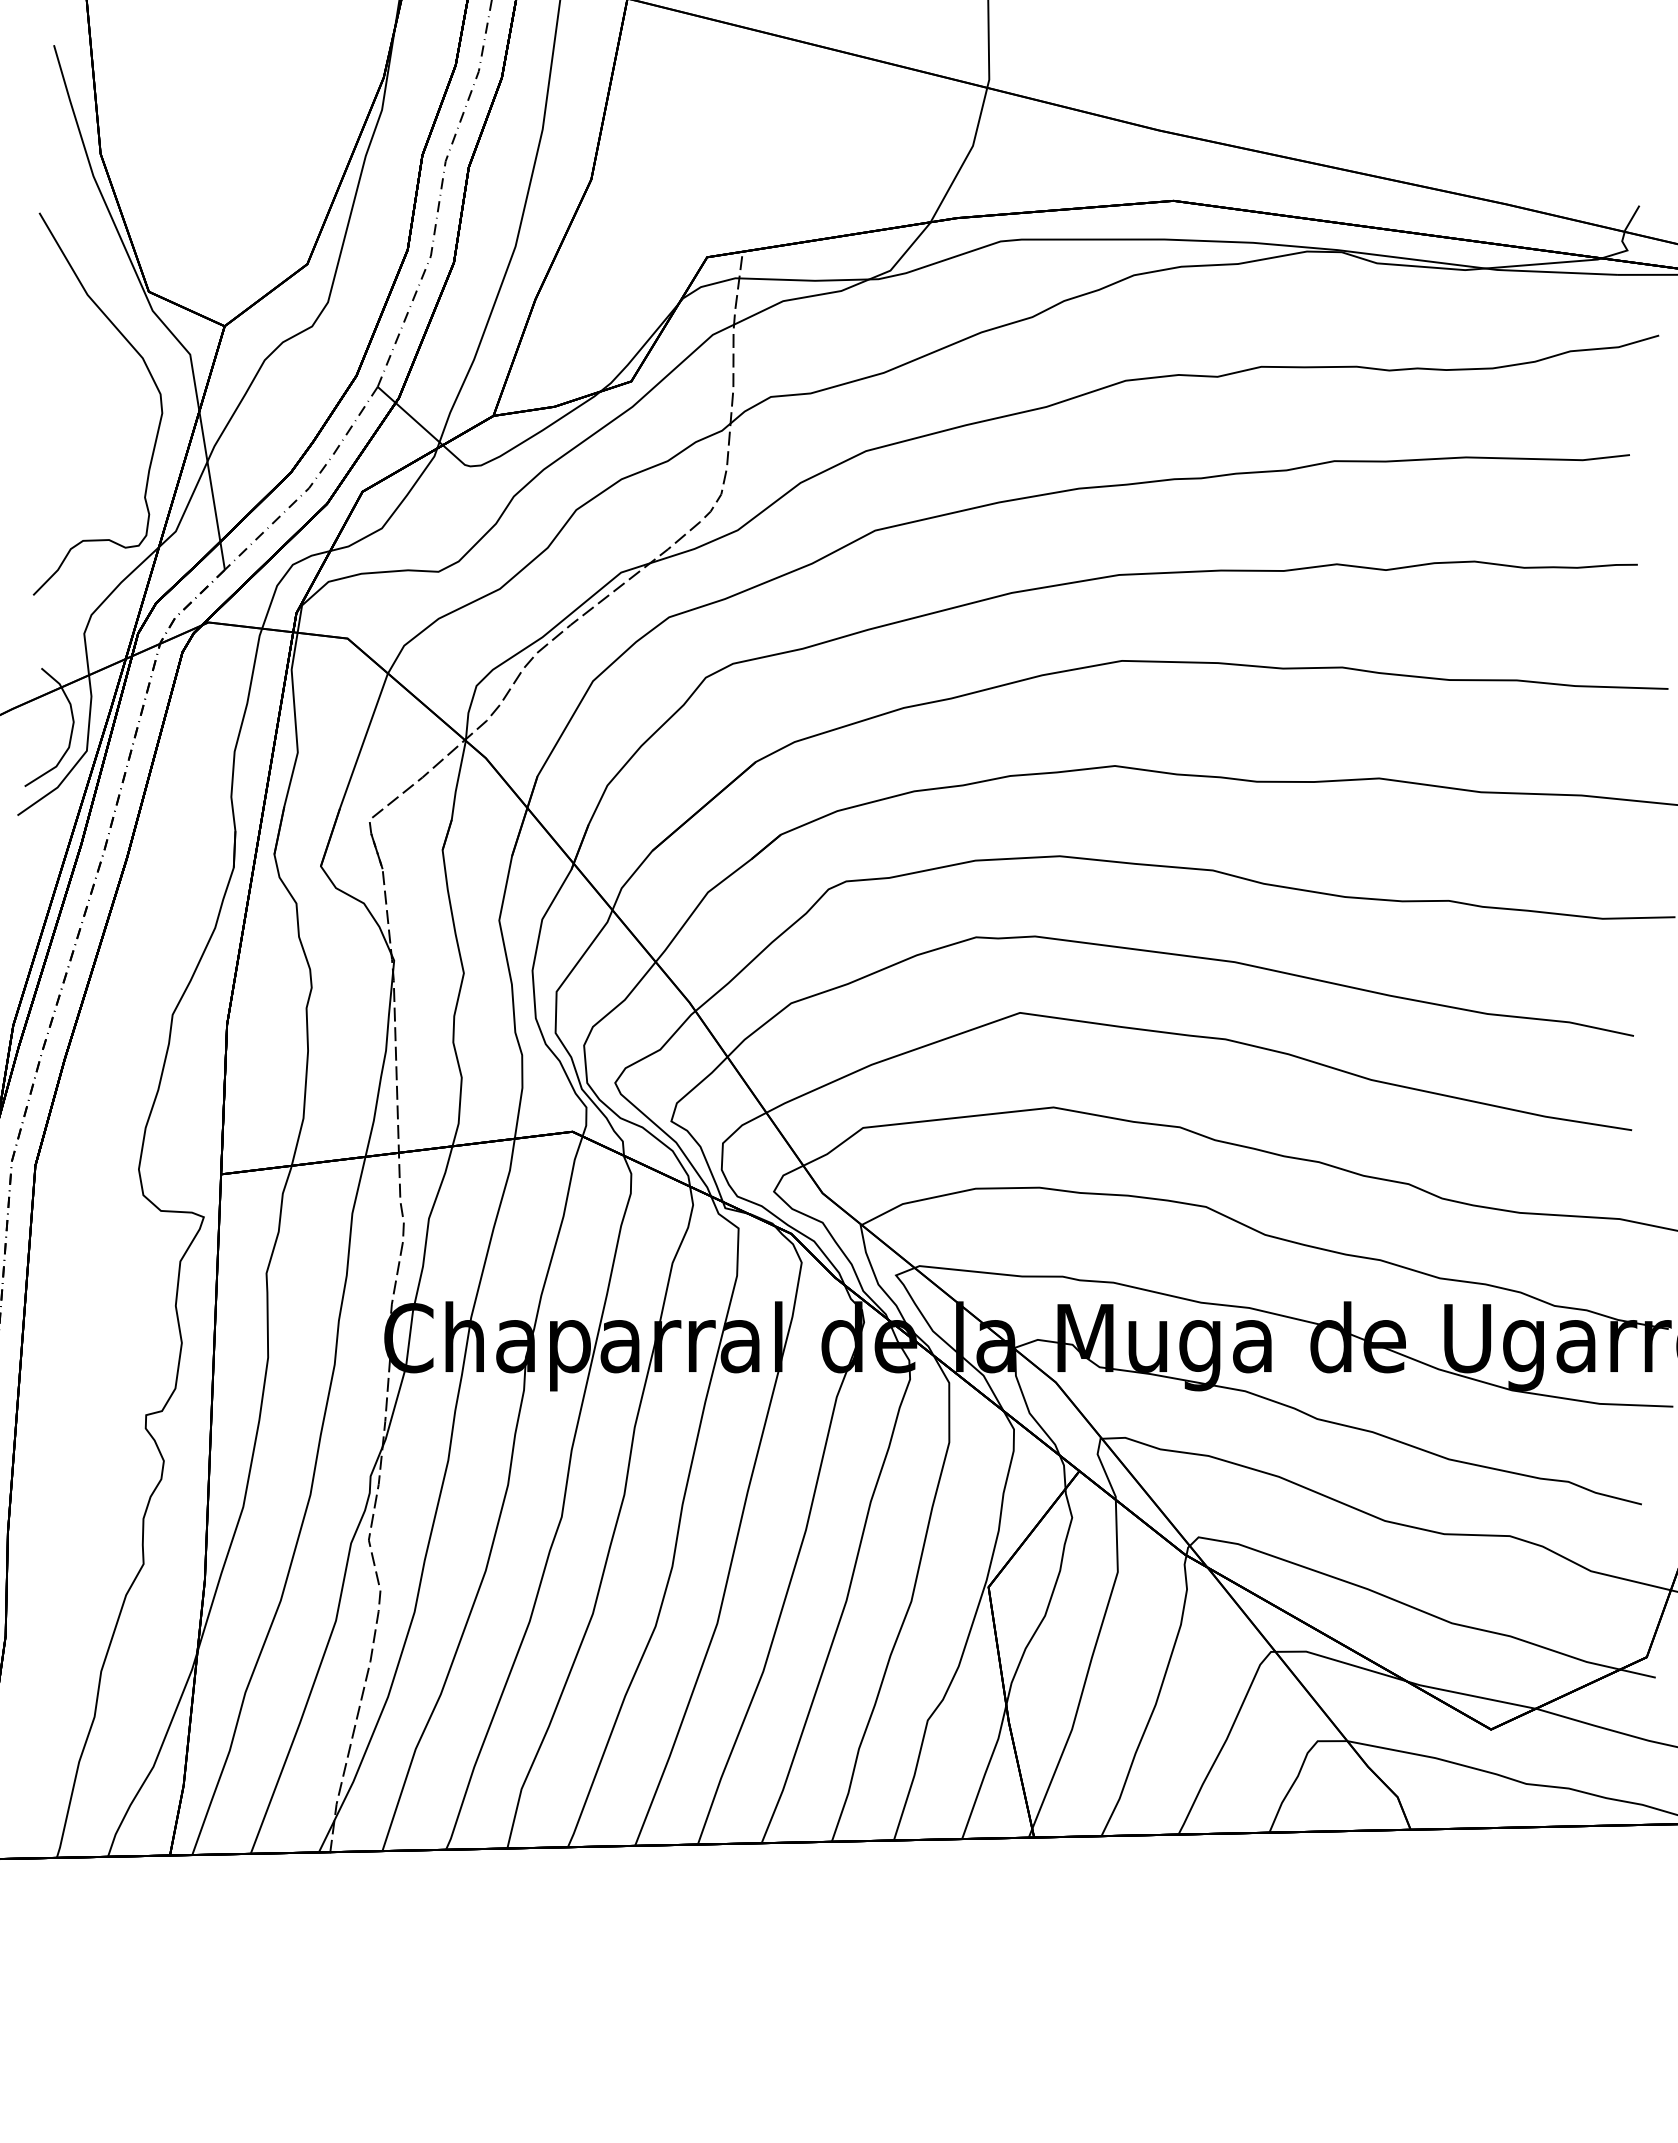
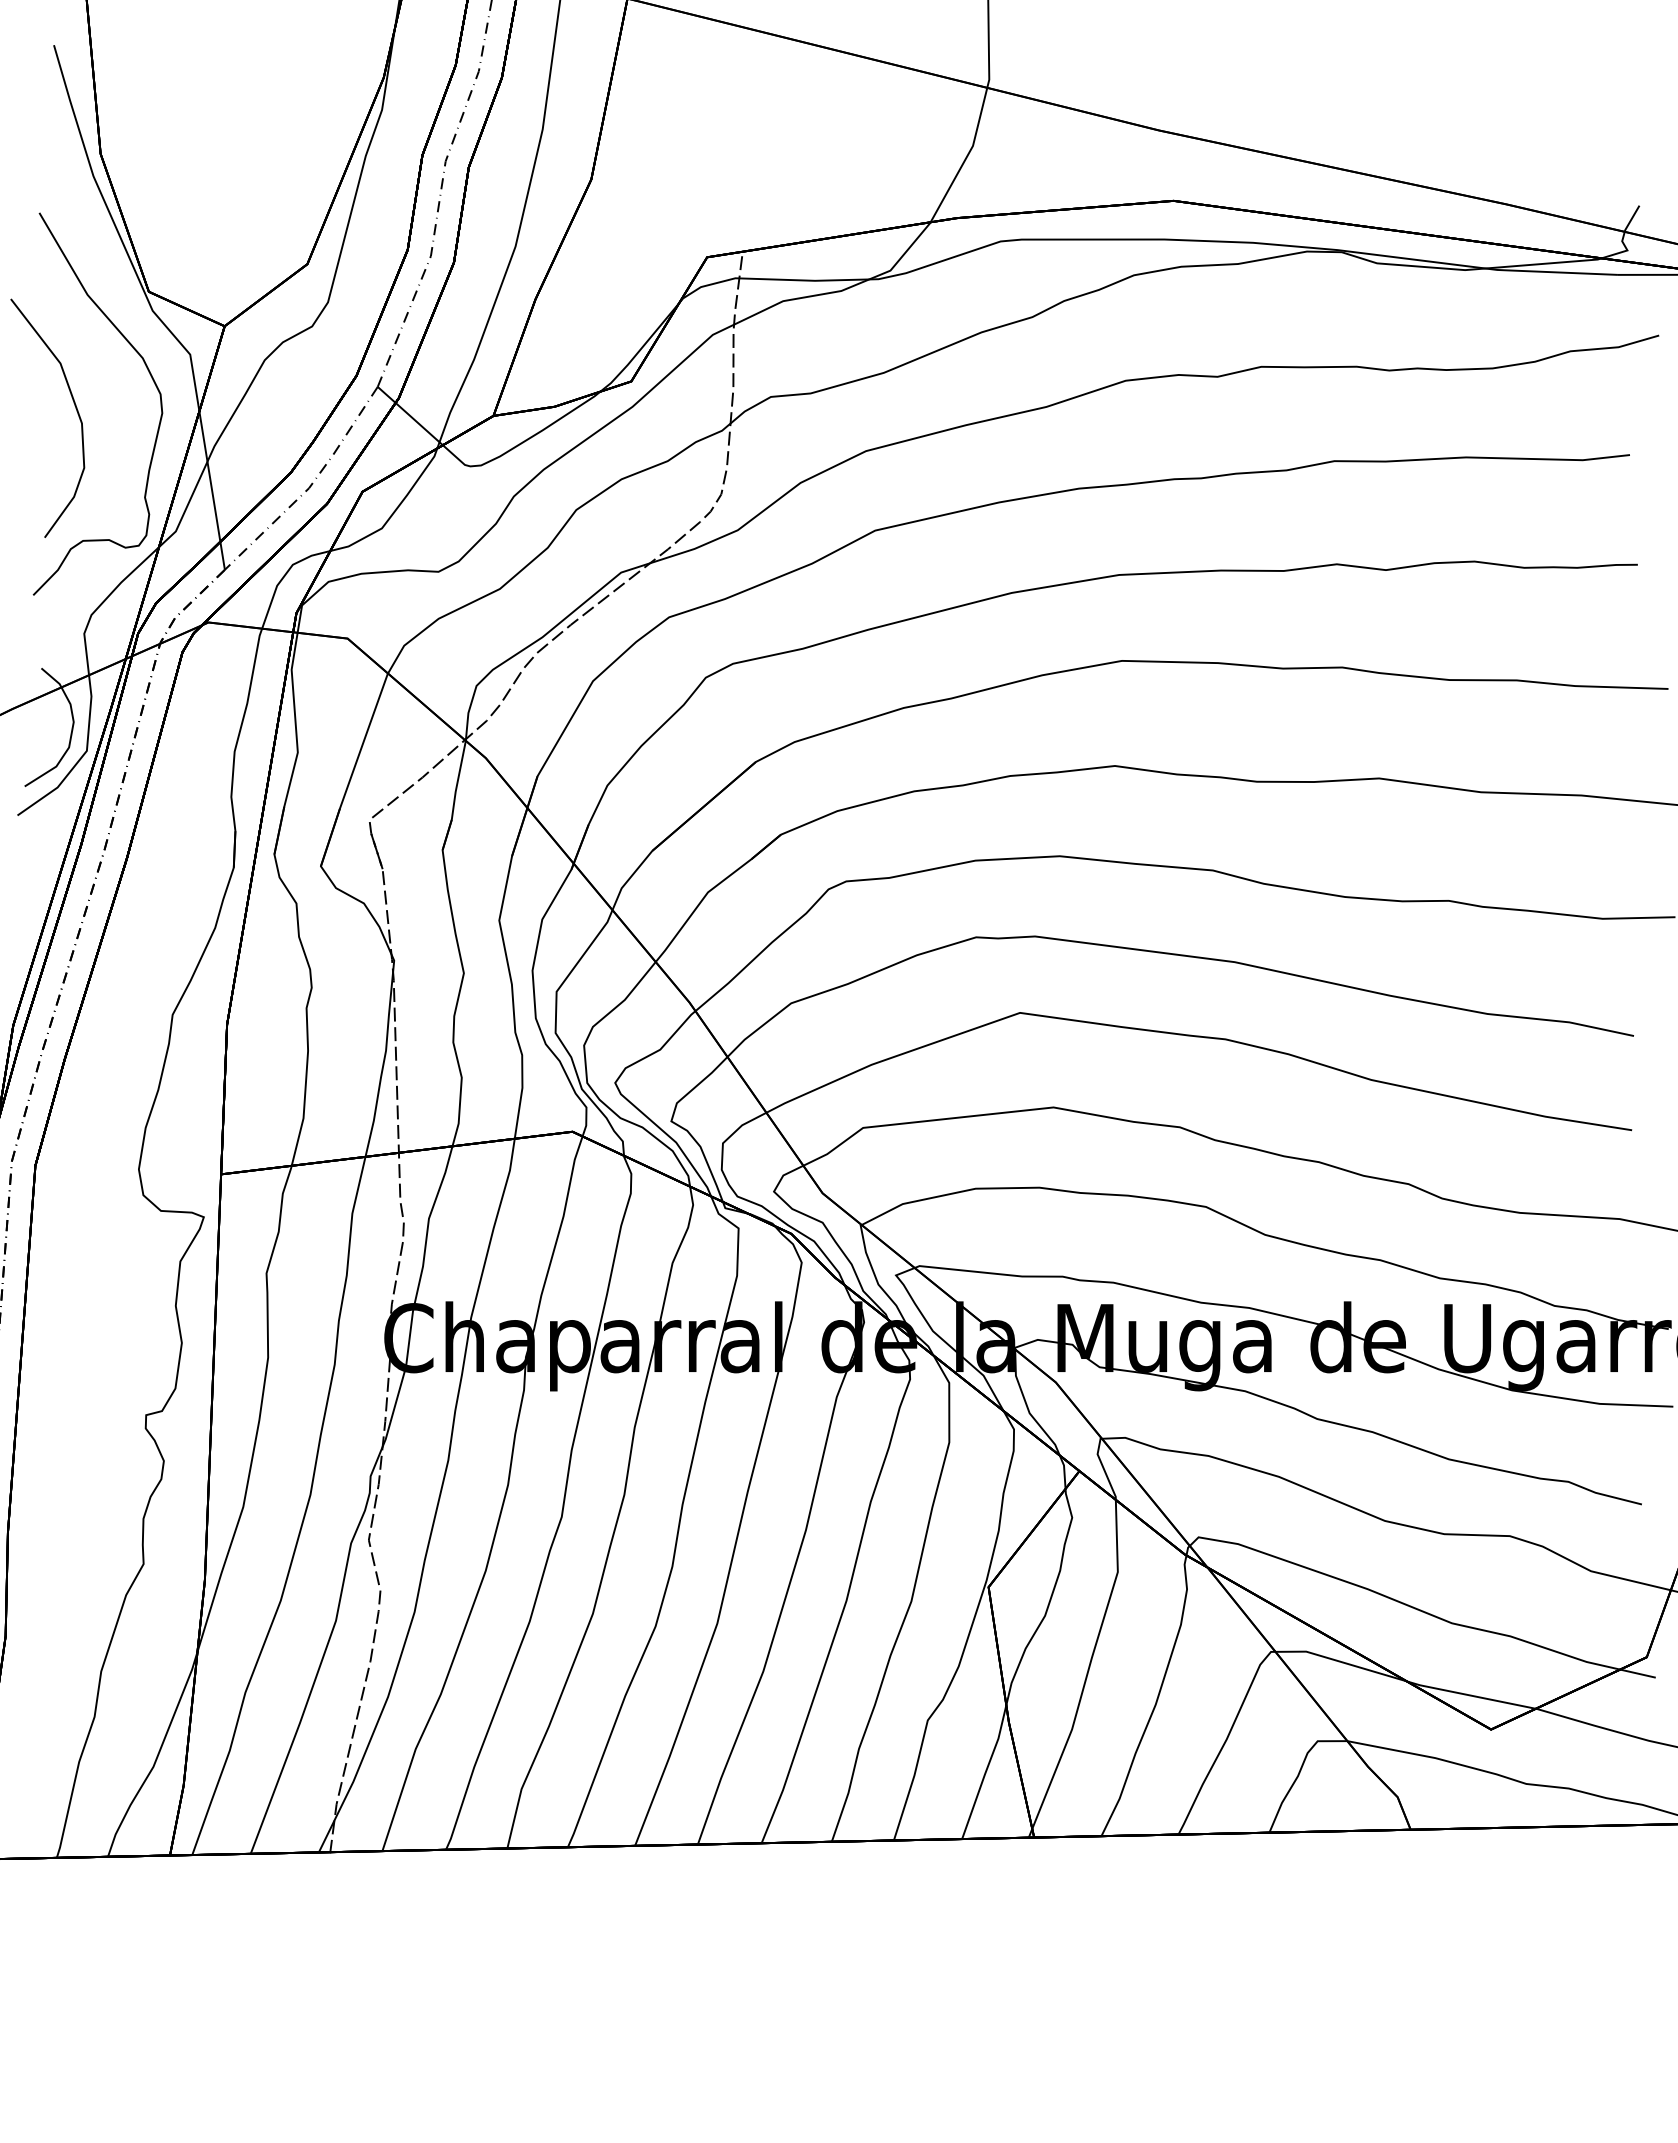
curve at (75, 408): none -> present
